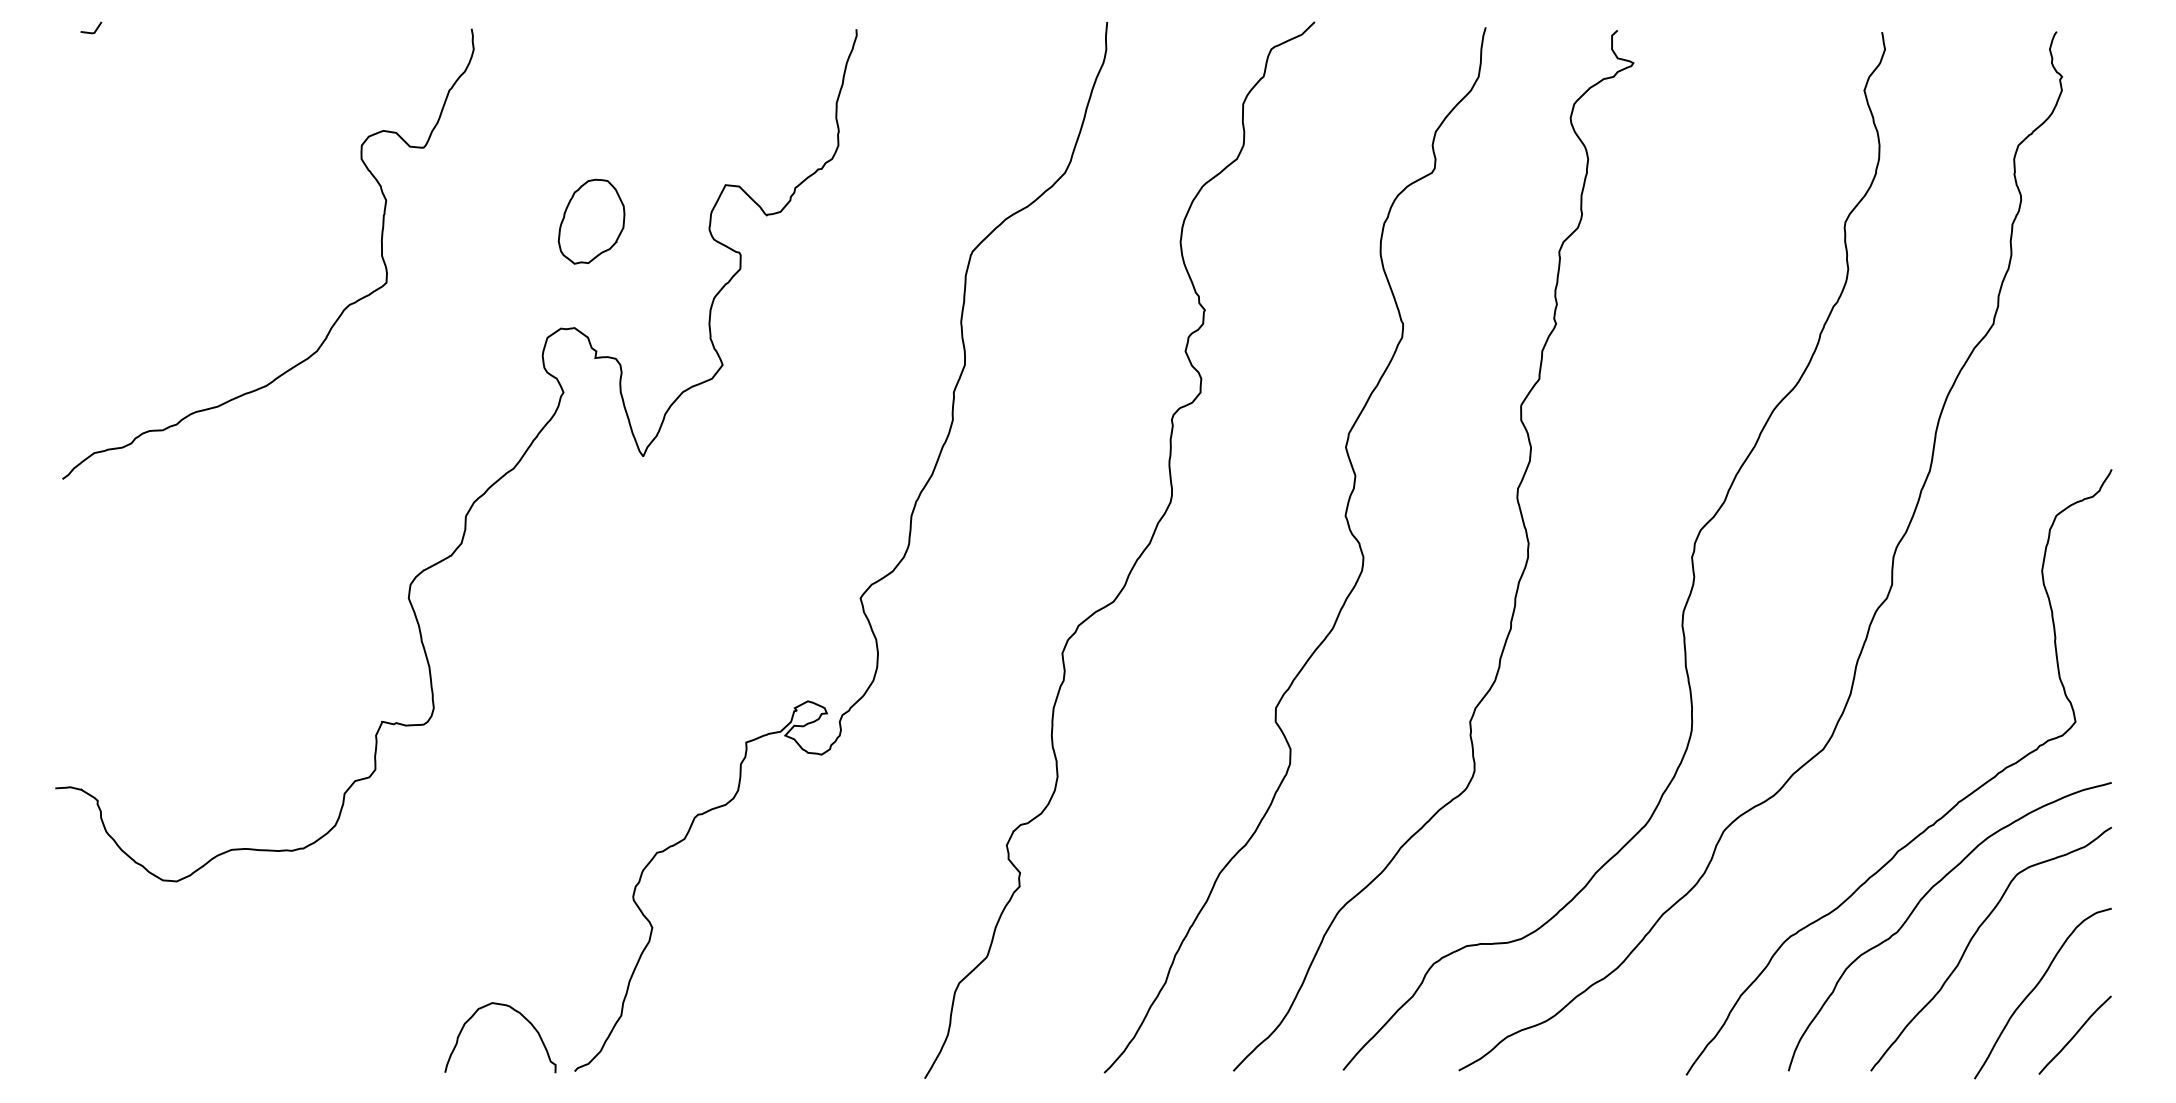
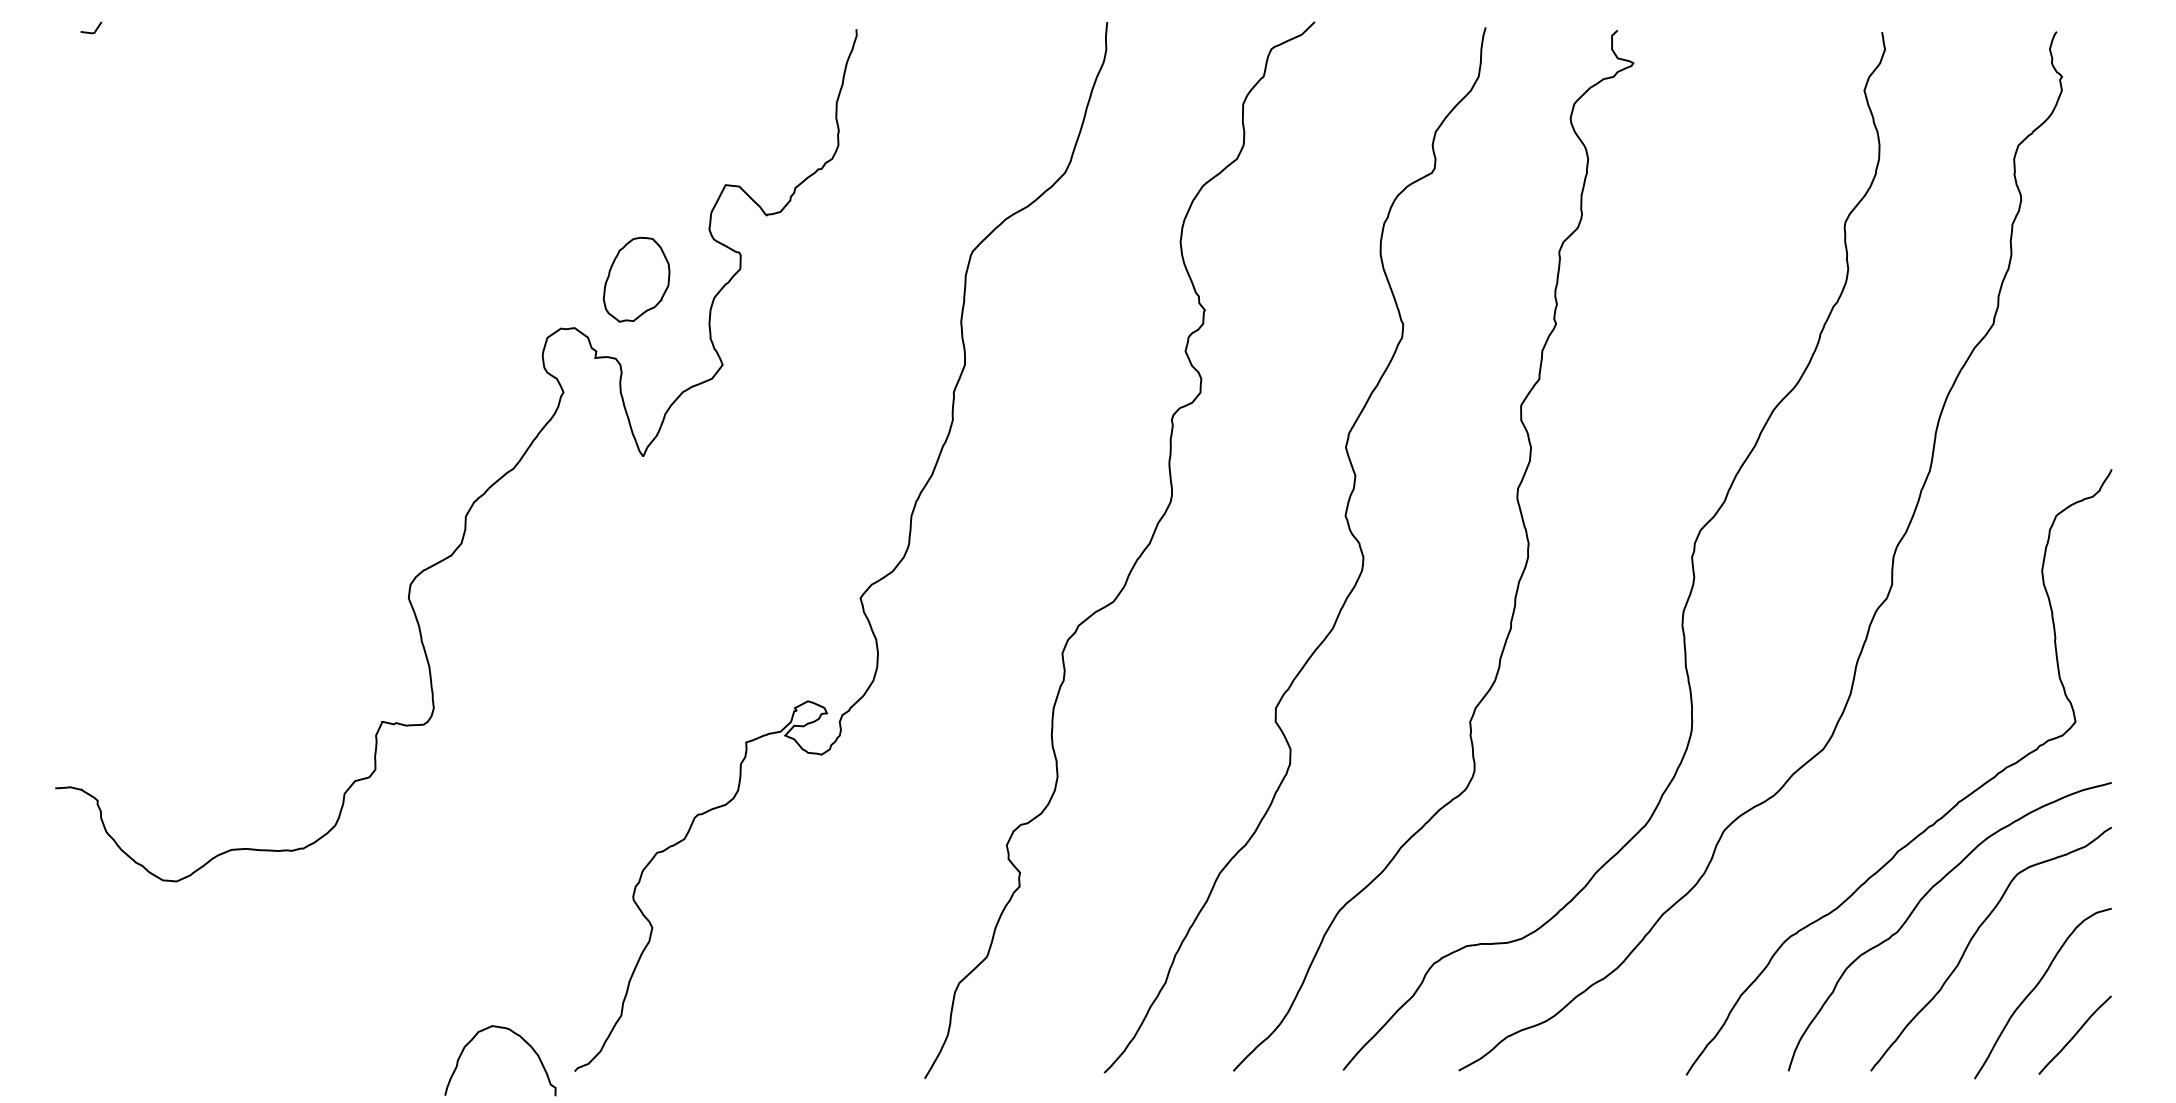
part at (591, 221) position: (591, 221) -> (636, 279)
curve at (342, 310): present -> none
curve at (516, 1012) position: (516, 1012) -> (516, 1035)
